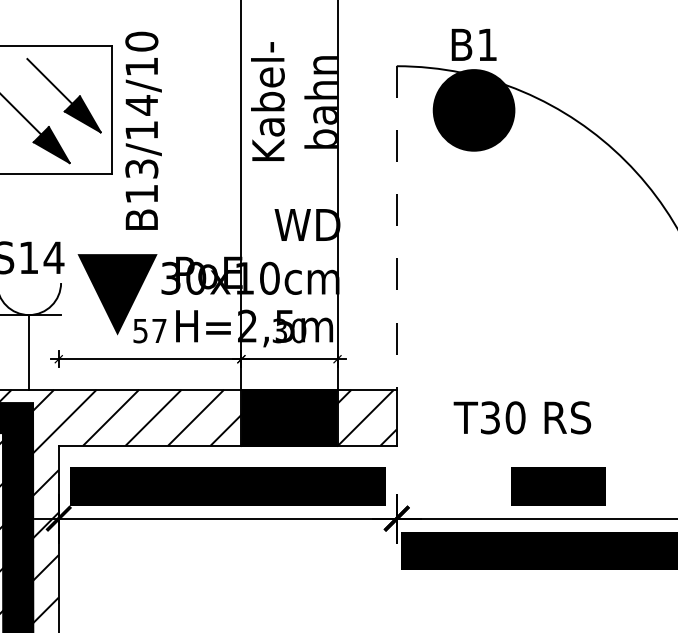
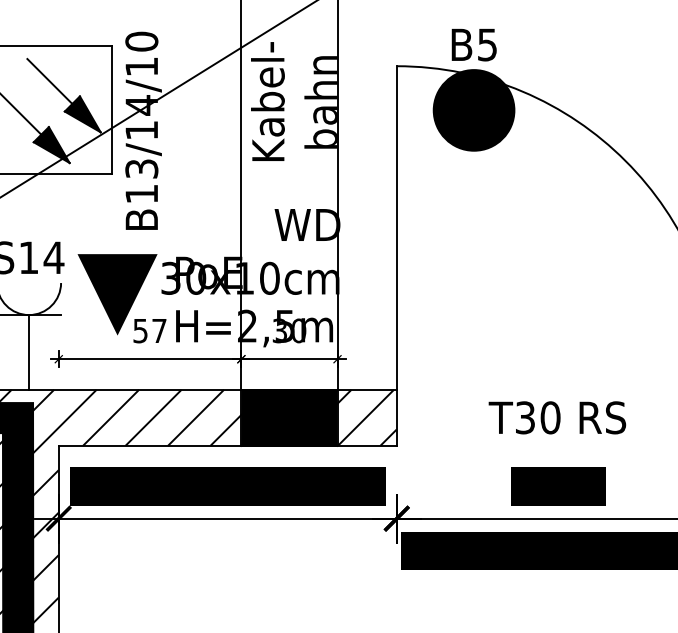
text at (487, 44): B1 -> B5
line at (158, 99): none -> present
line at (396, 228): dashed -> solid
text at (522, 417) position: (522, 417) -> (557, 417)
